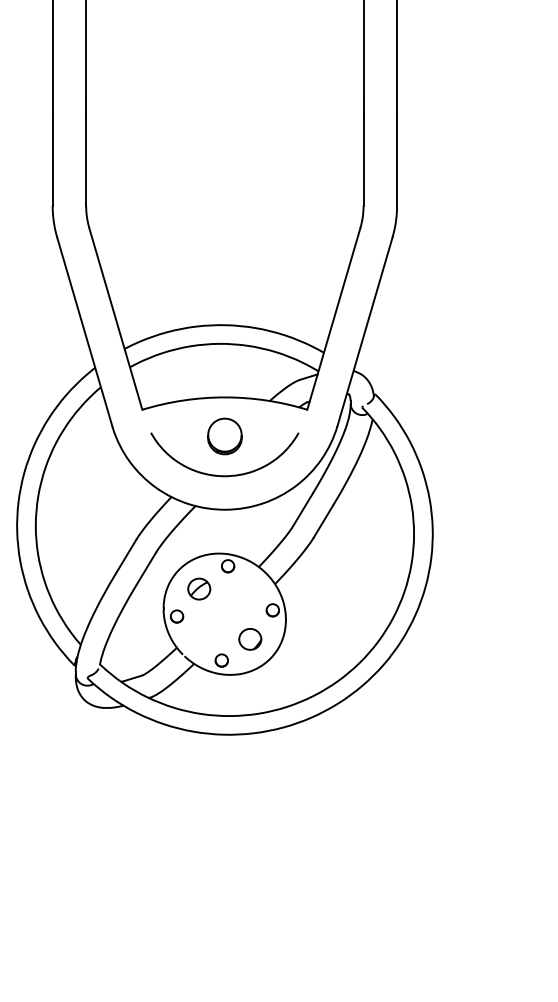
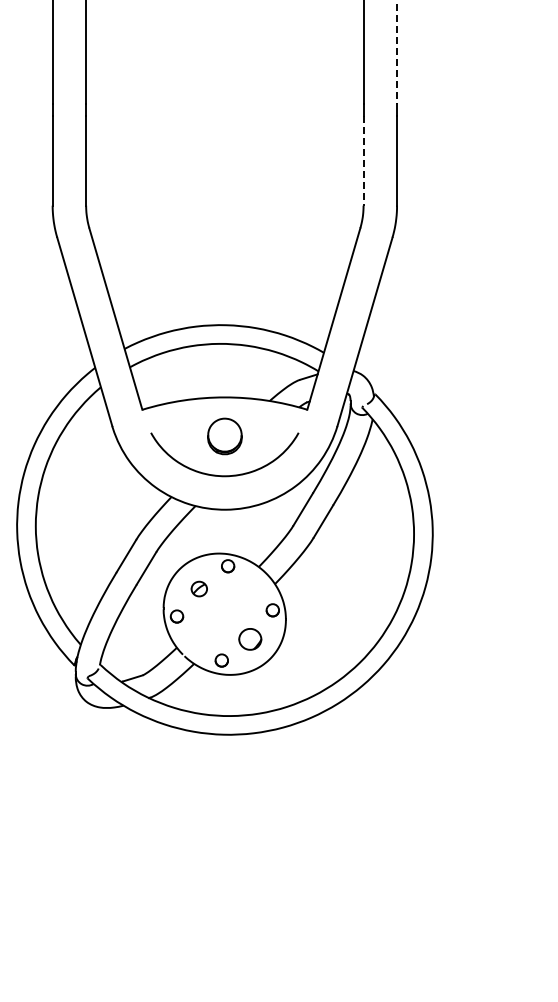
line at (397, 52): solid -> dashed
line at (363, 161): solid -> dashed
part at (199, 588) size: 25x24 px -> 18x18 px
